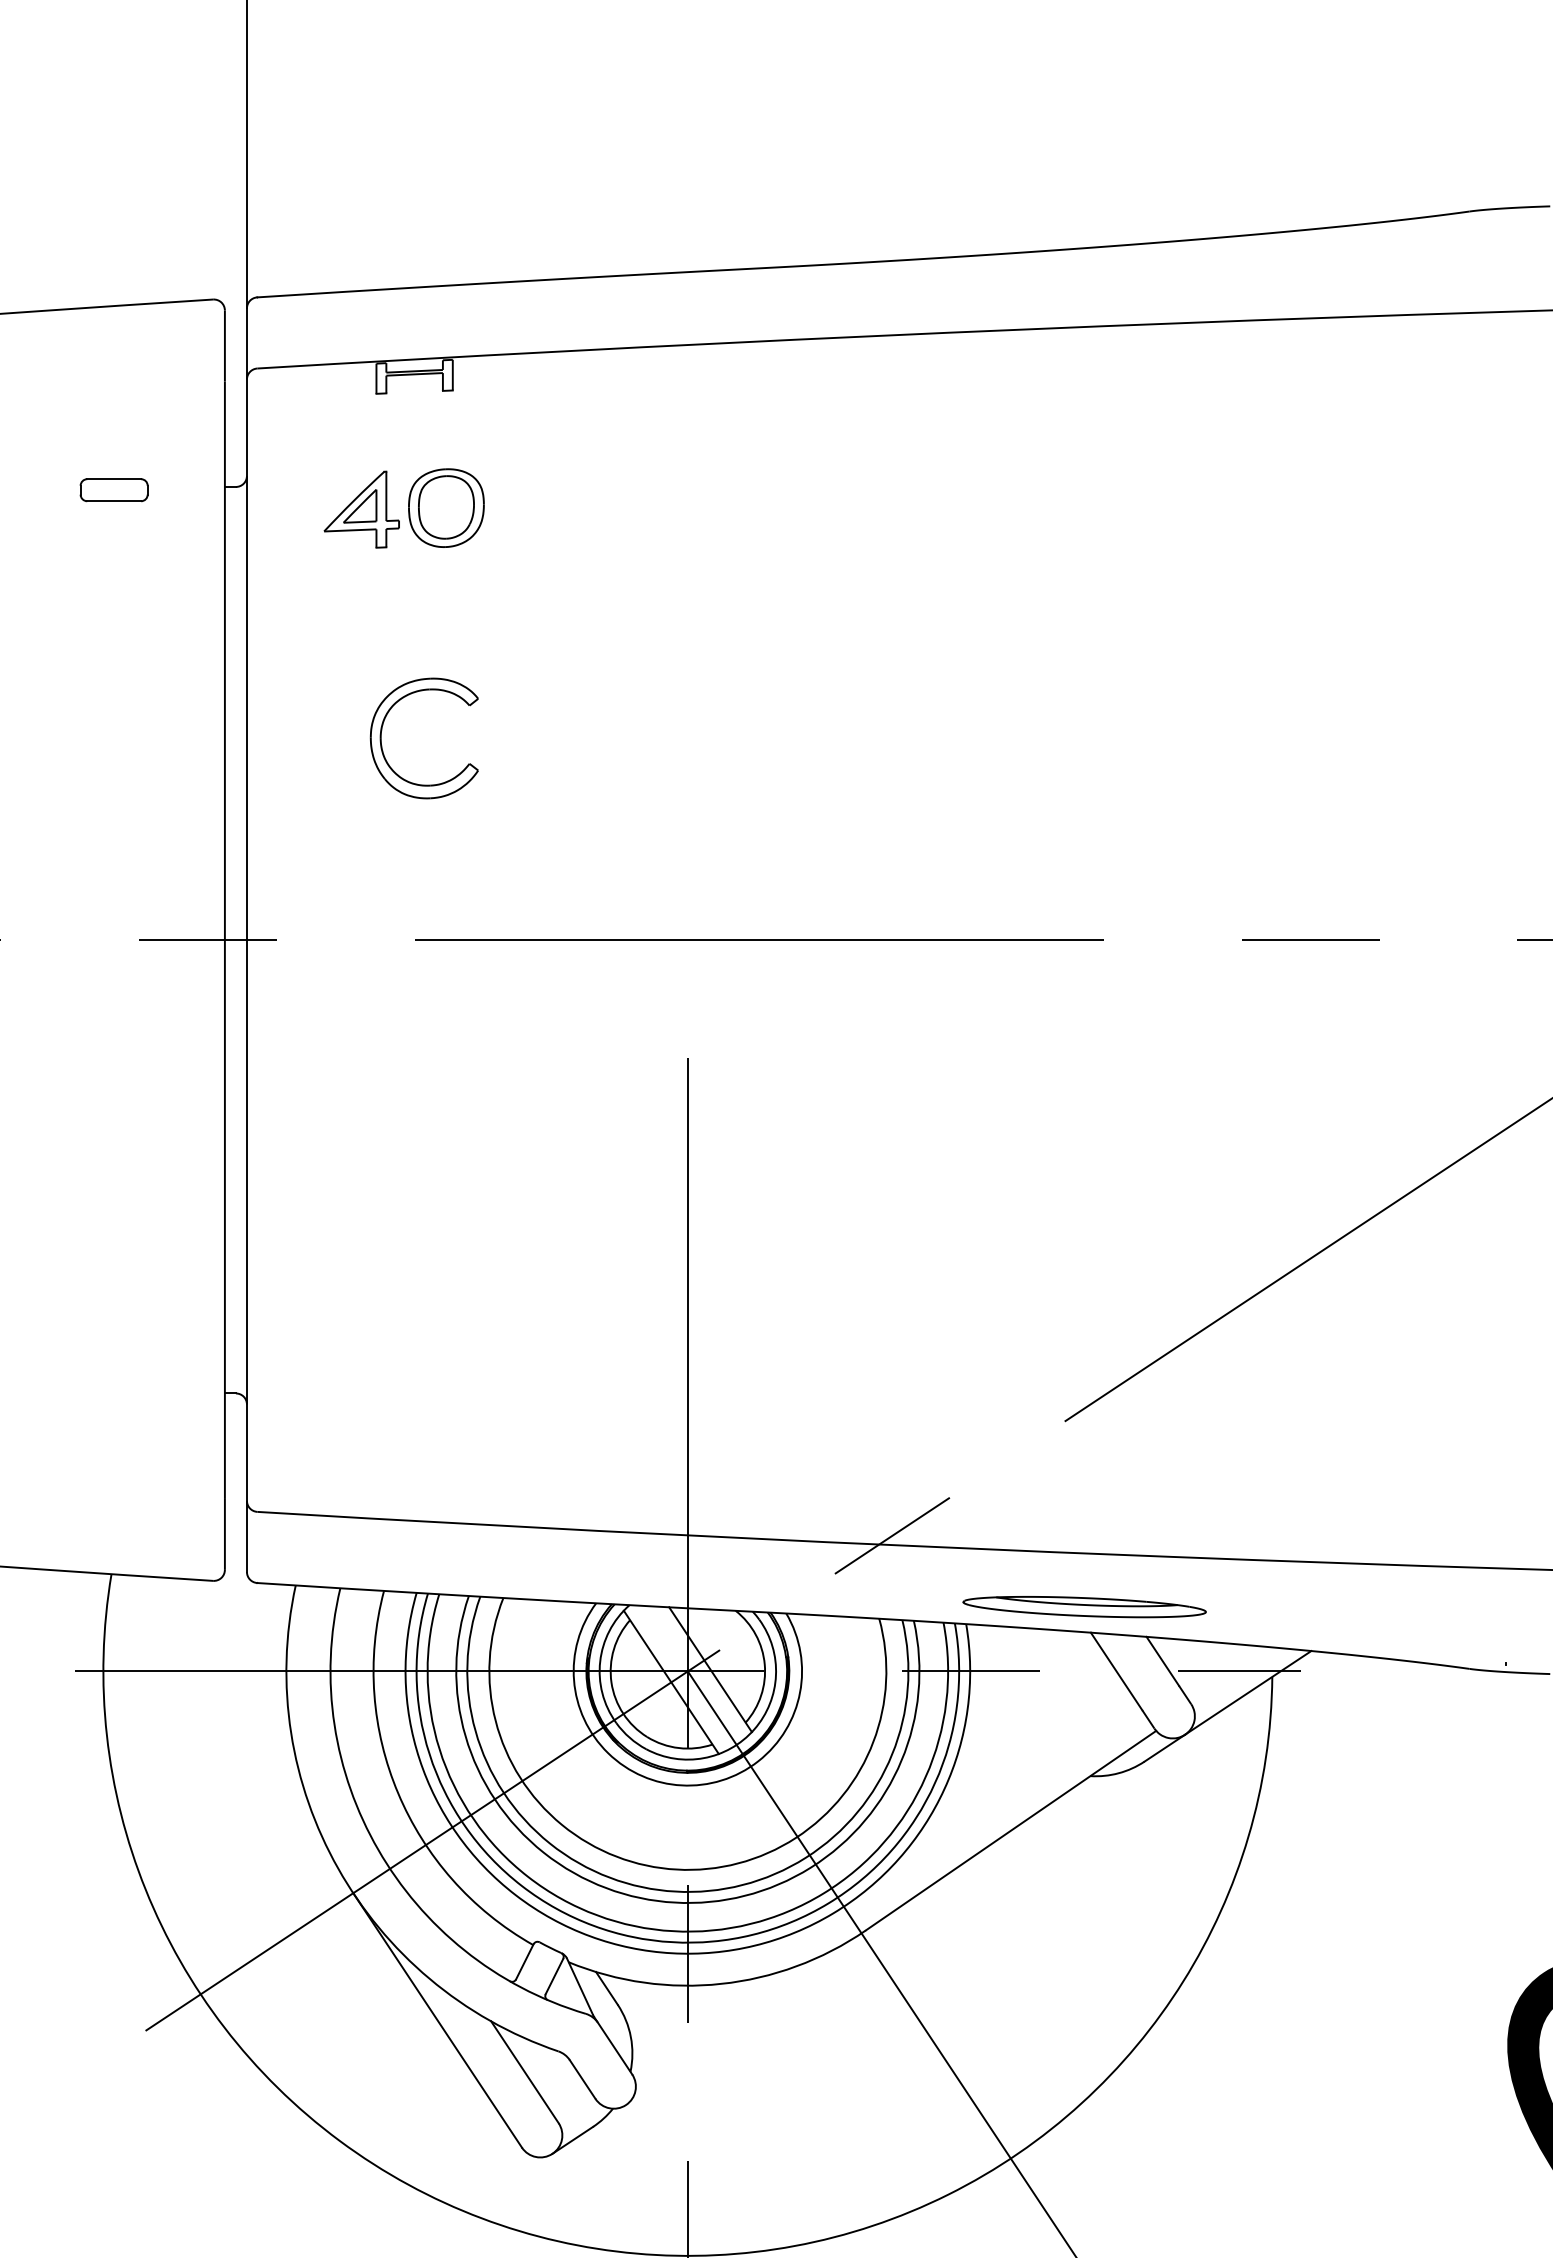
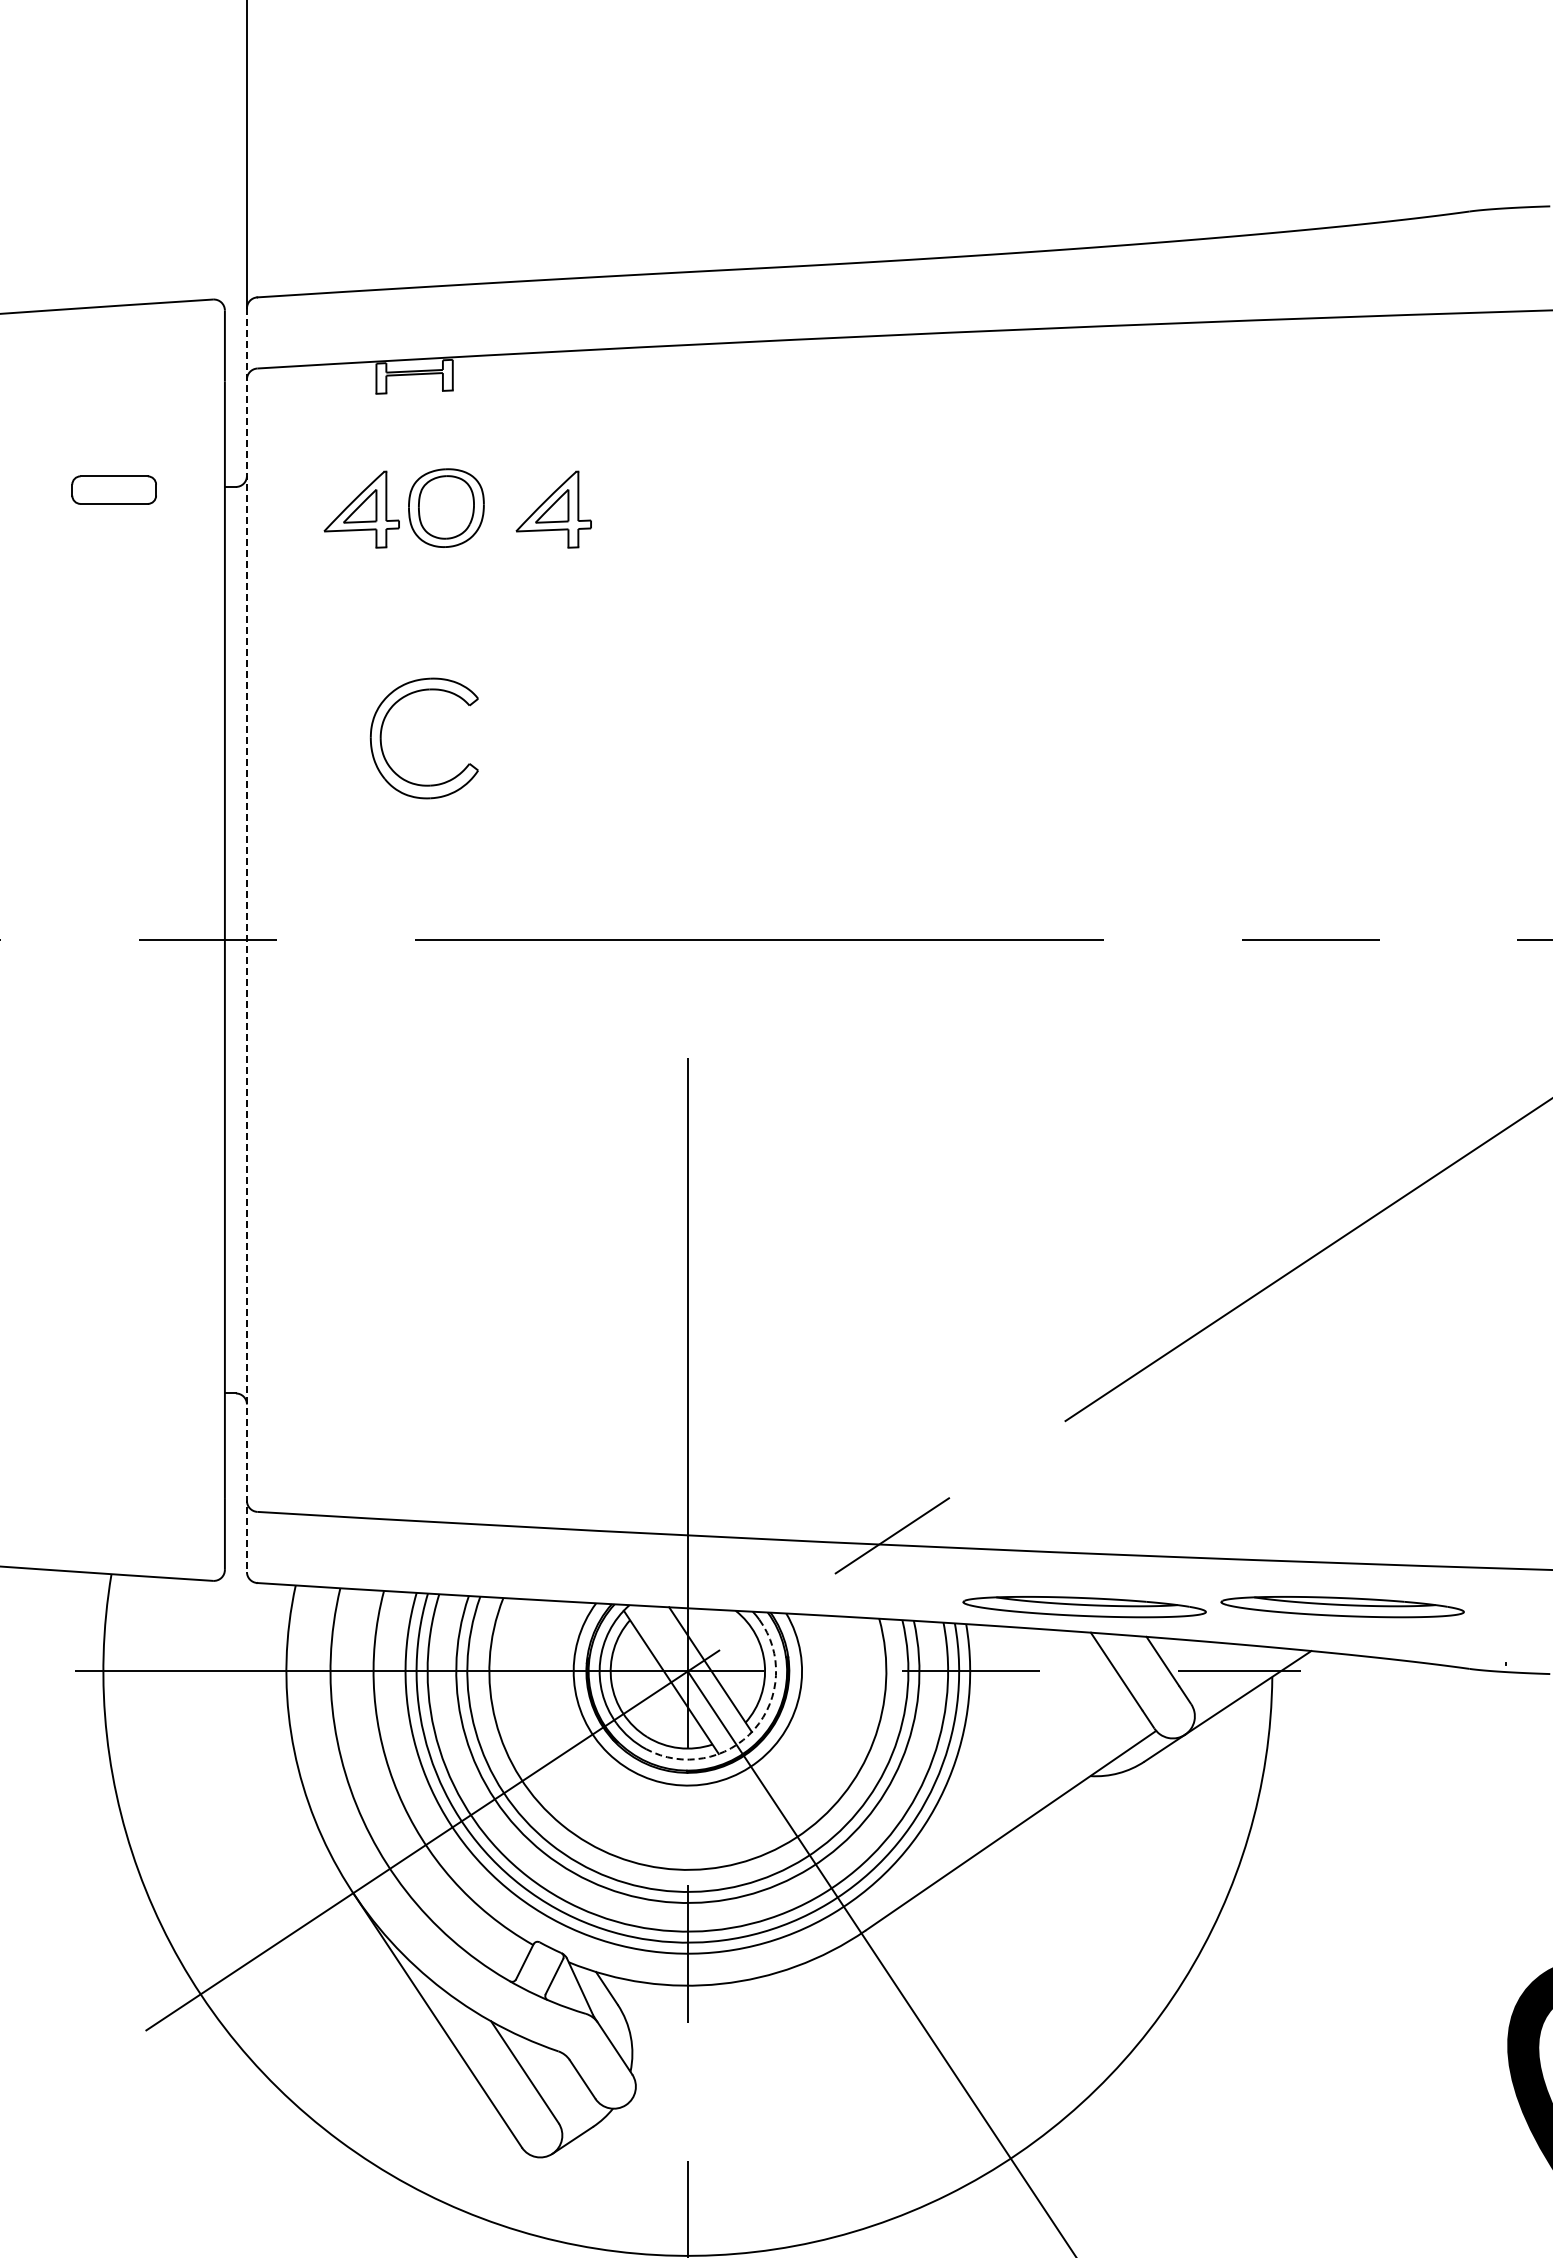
part at (113, 490) size: 70x25 px -> 86x30 px
part at (553, 509): none -> present
line at (246, 940): solid -> dashed
part at (1342, 1607): none -> present
arc at (754, 1729): solid -> dashed
